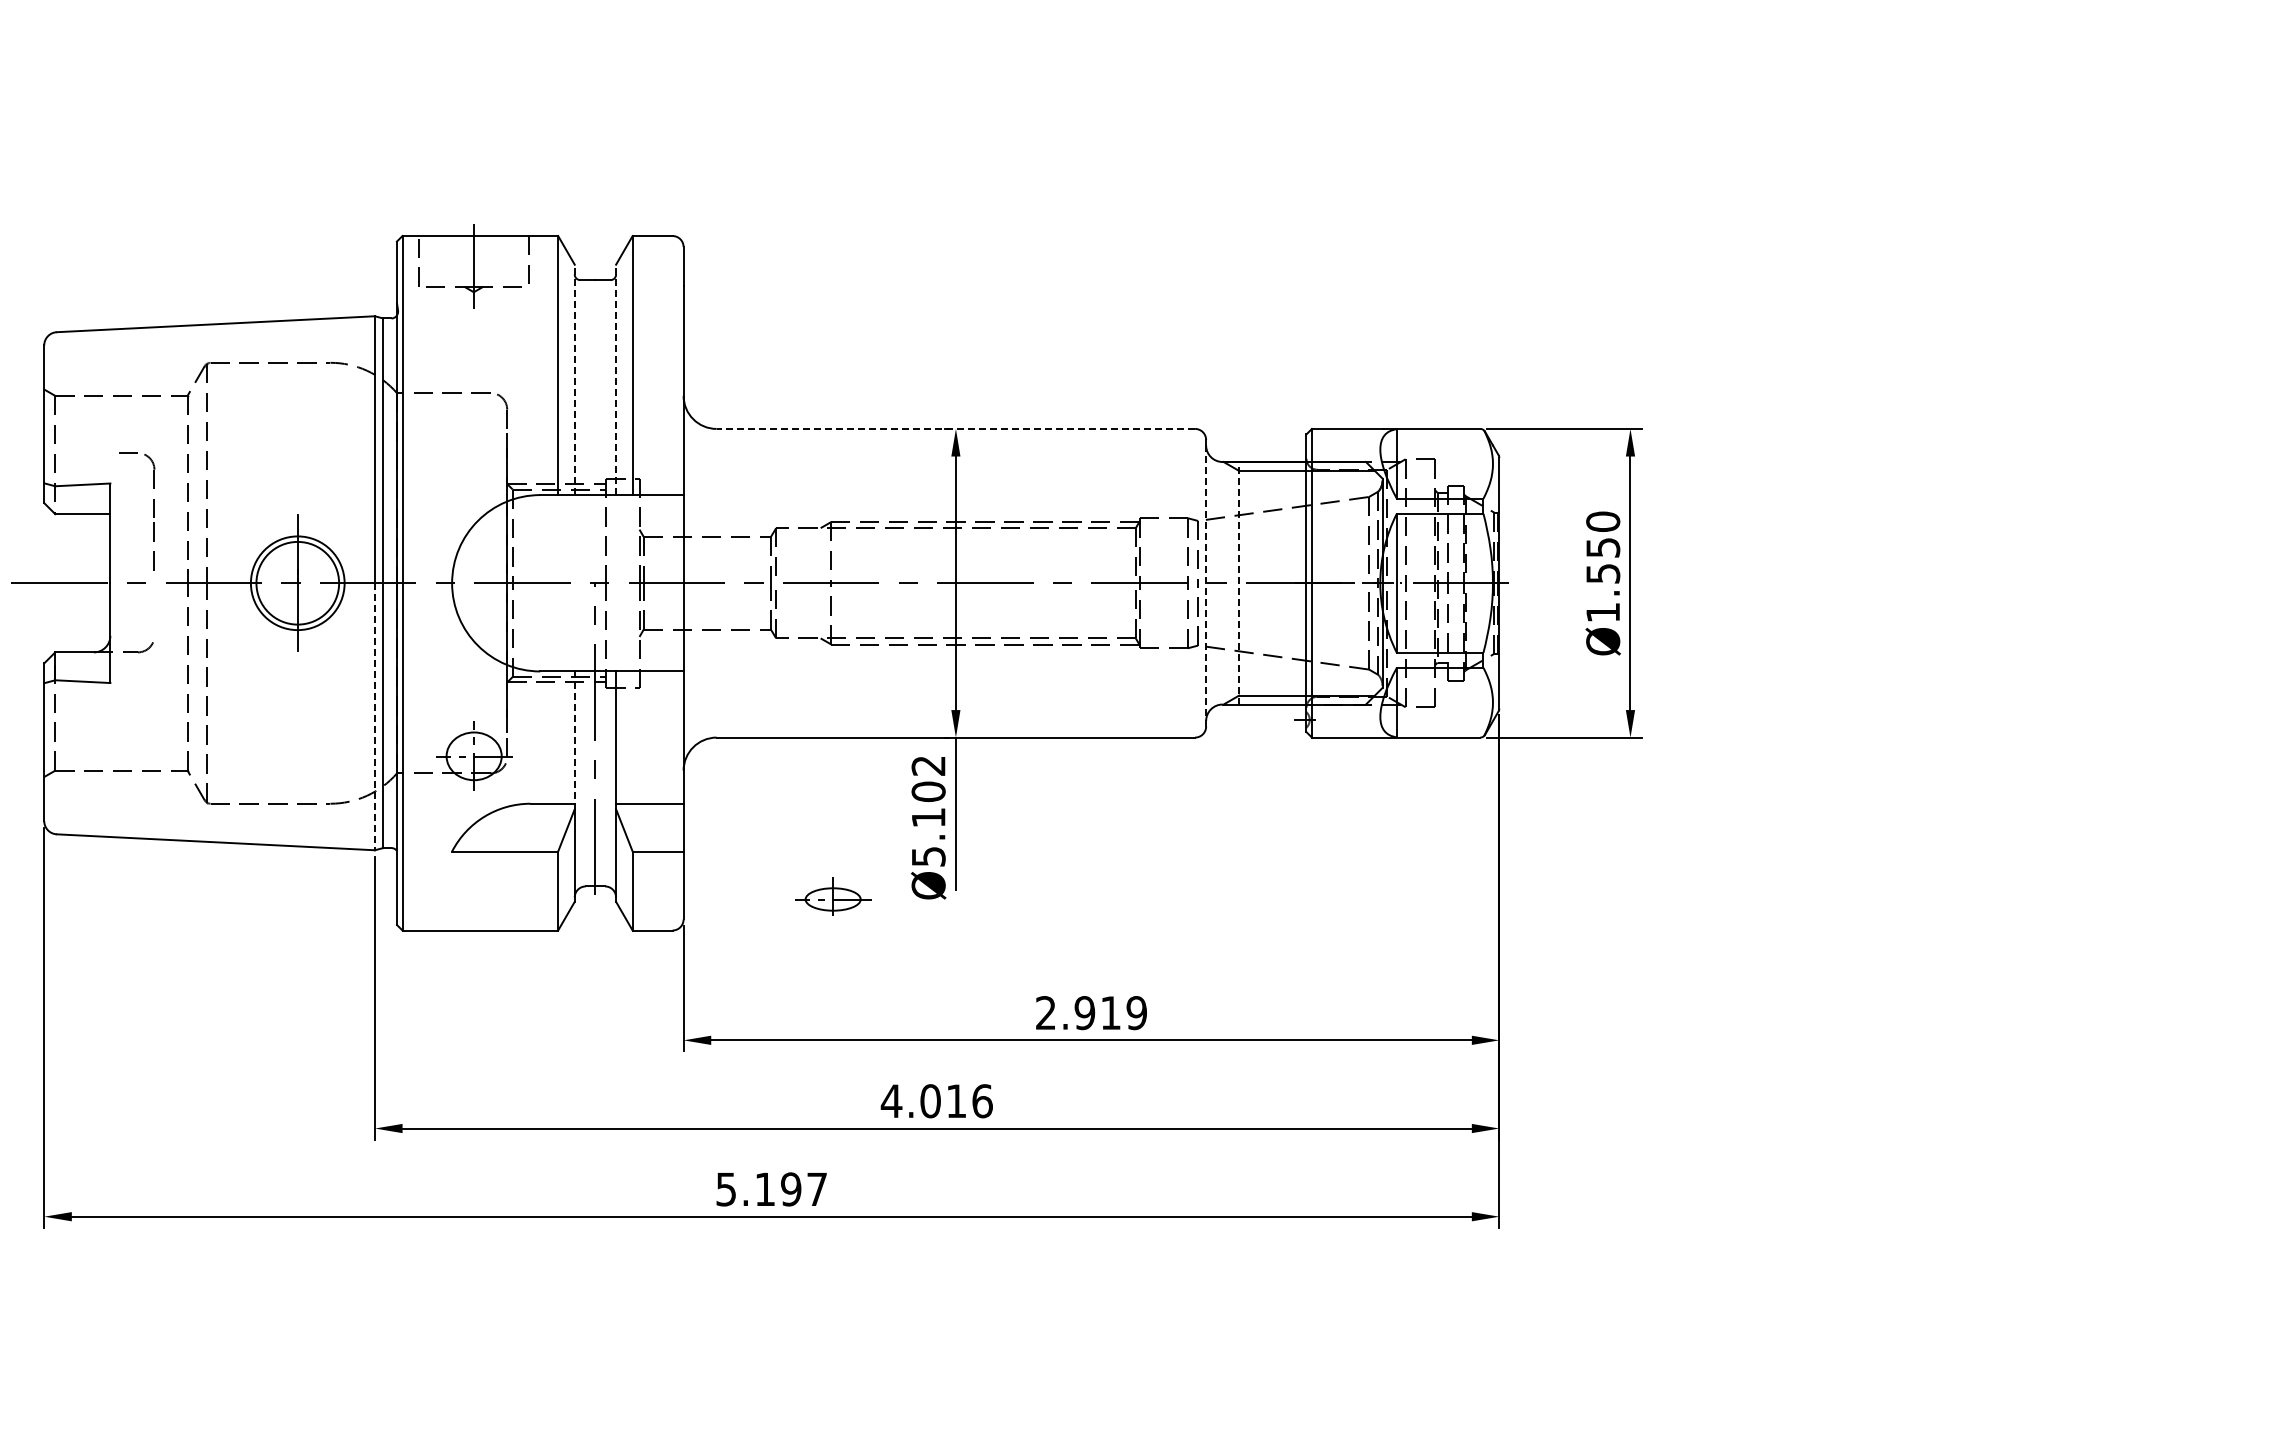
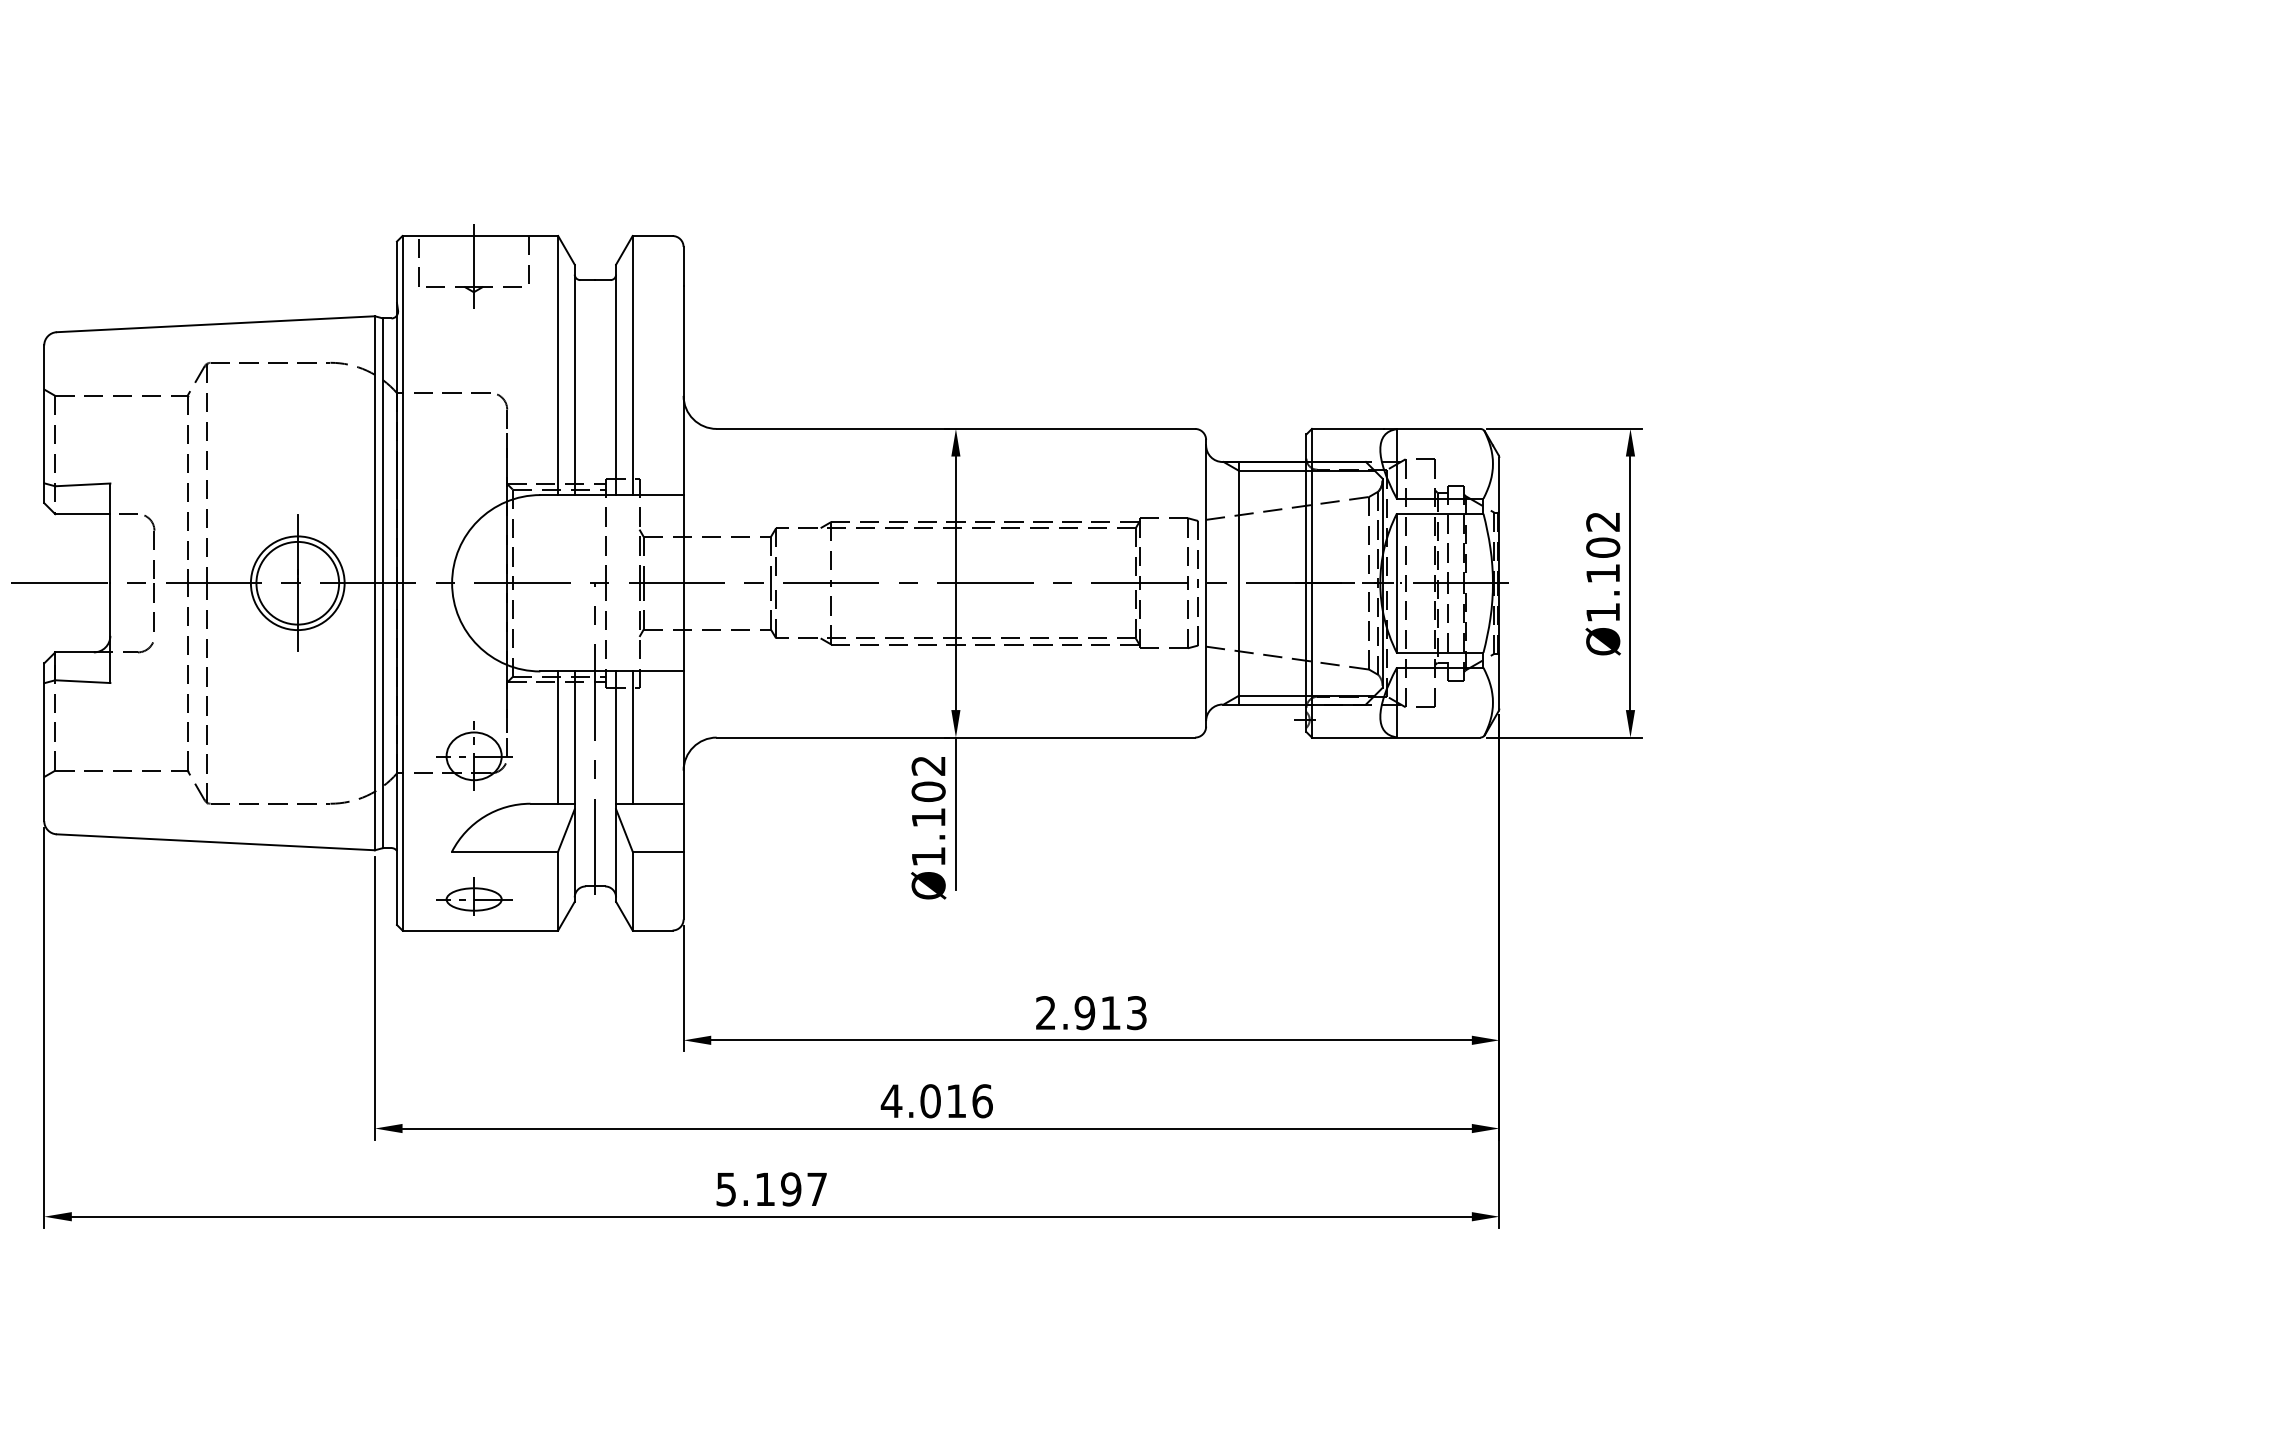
line at (574, 379): dashed -> solid
line at (616, 379): dashed -> solid
line at (955, 428): dashed -> solid
part at (153, 511) position: (153, 511) -> (153, 572)
text at (1603, 547): Ø1.550 -> Ø1.102
line at (1239, 582): dashed -> solid
line at (1206, 586): dashed -> solid
line at (374, 717): dashed -> solid
line at (558, 737): none -> present
line at (632, 737): none -> present
line at (574, 738): dashed -> solid
text at (928, 856): Ø5.102 -> Ø1.102
part at (833, 896) position: (833, 896) -> (474, 896)
text at (1136, 1012): 2.919 -> 2.913
